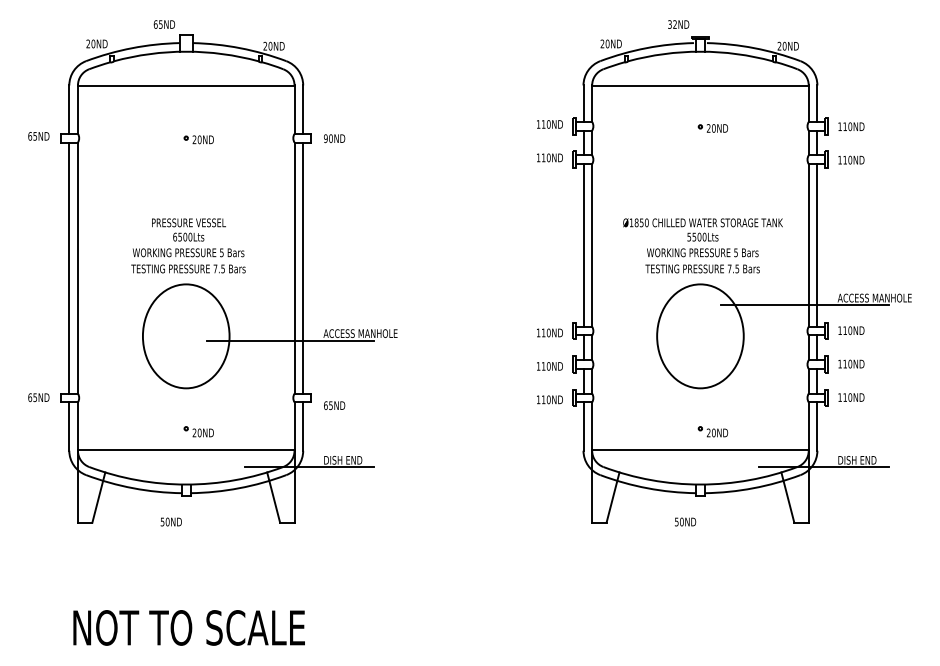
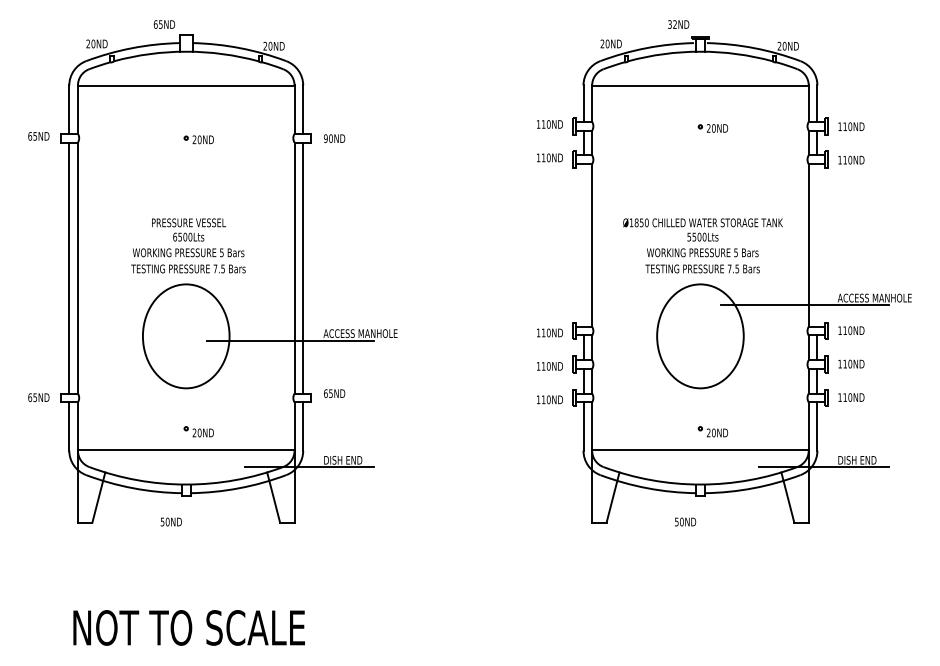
line at (583, 245): present -> none
line at (817, 245): present -> none
text at (334, 405) position: (334, 405) -> (334, 393)
